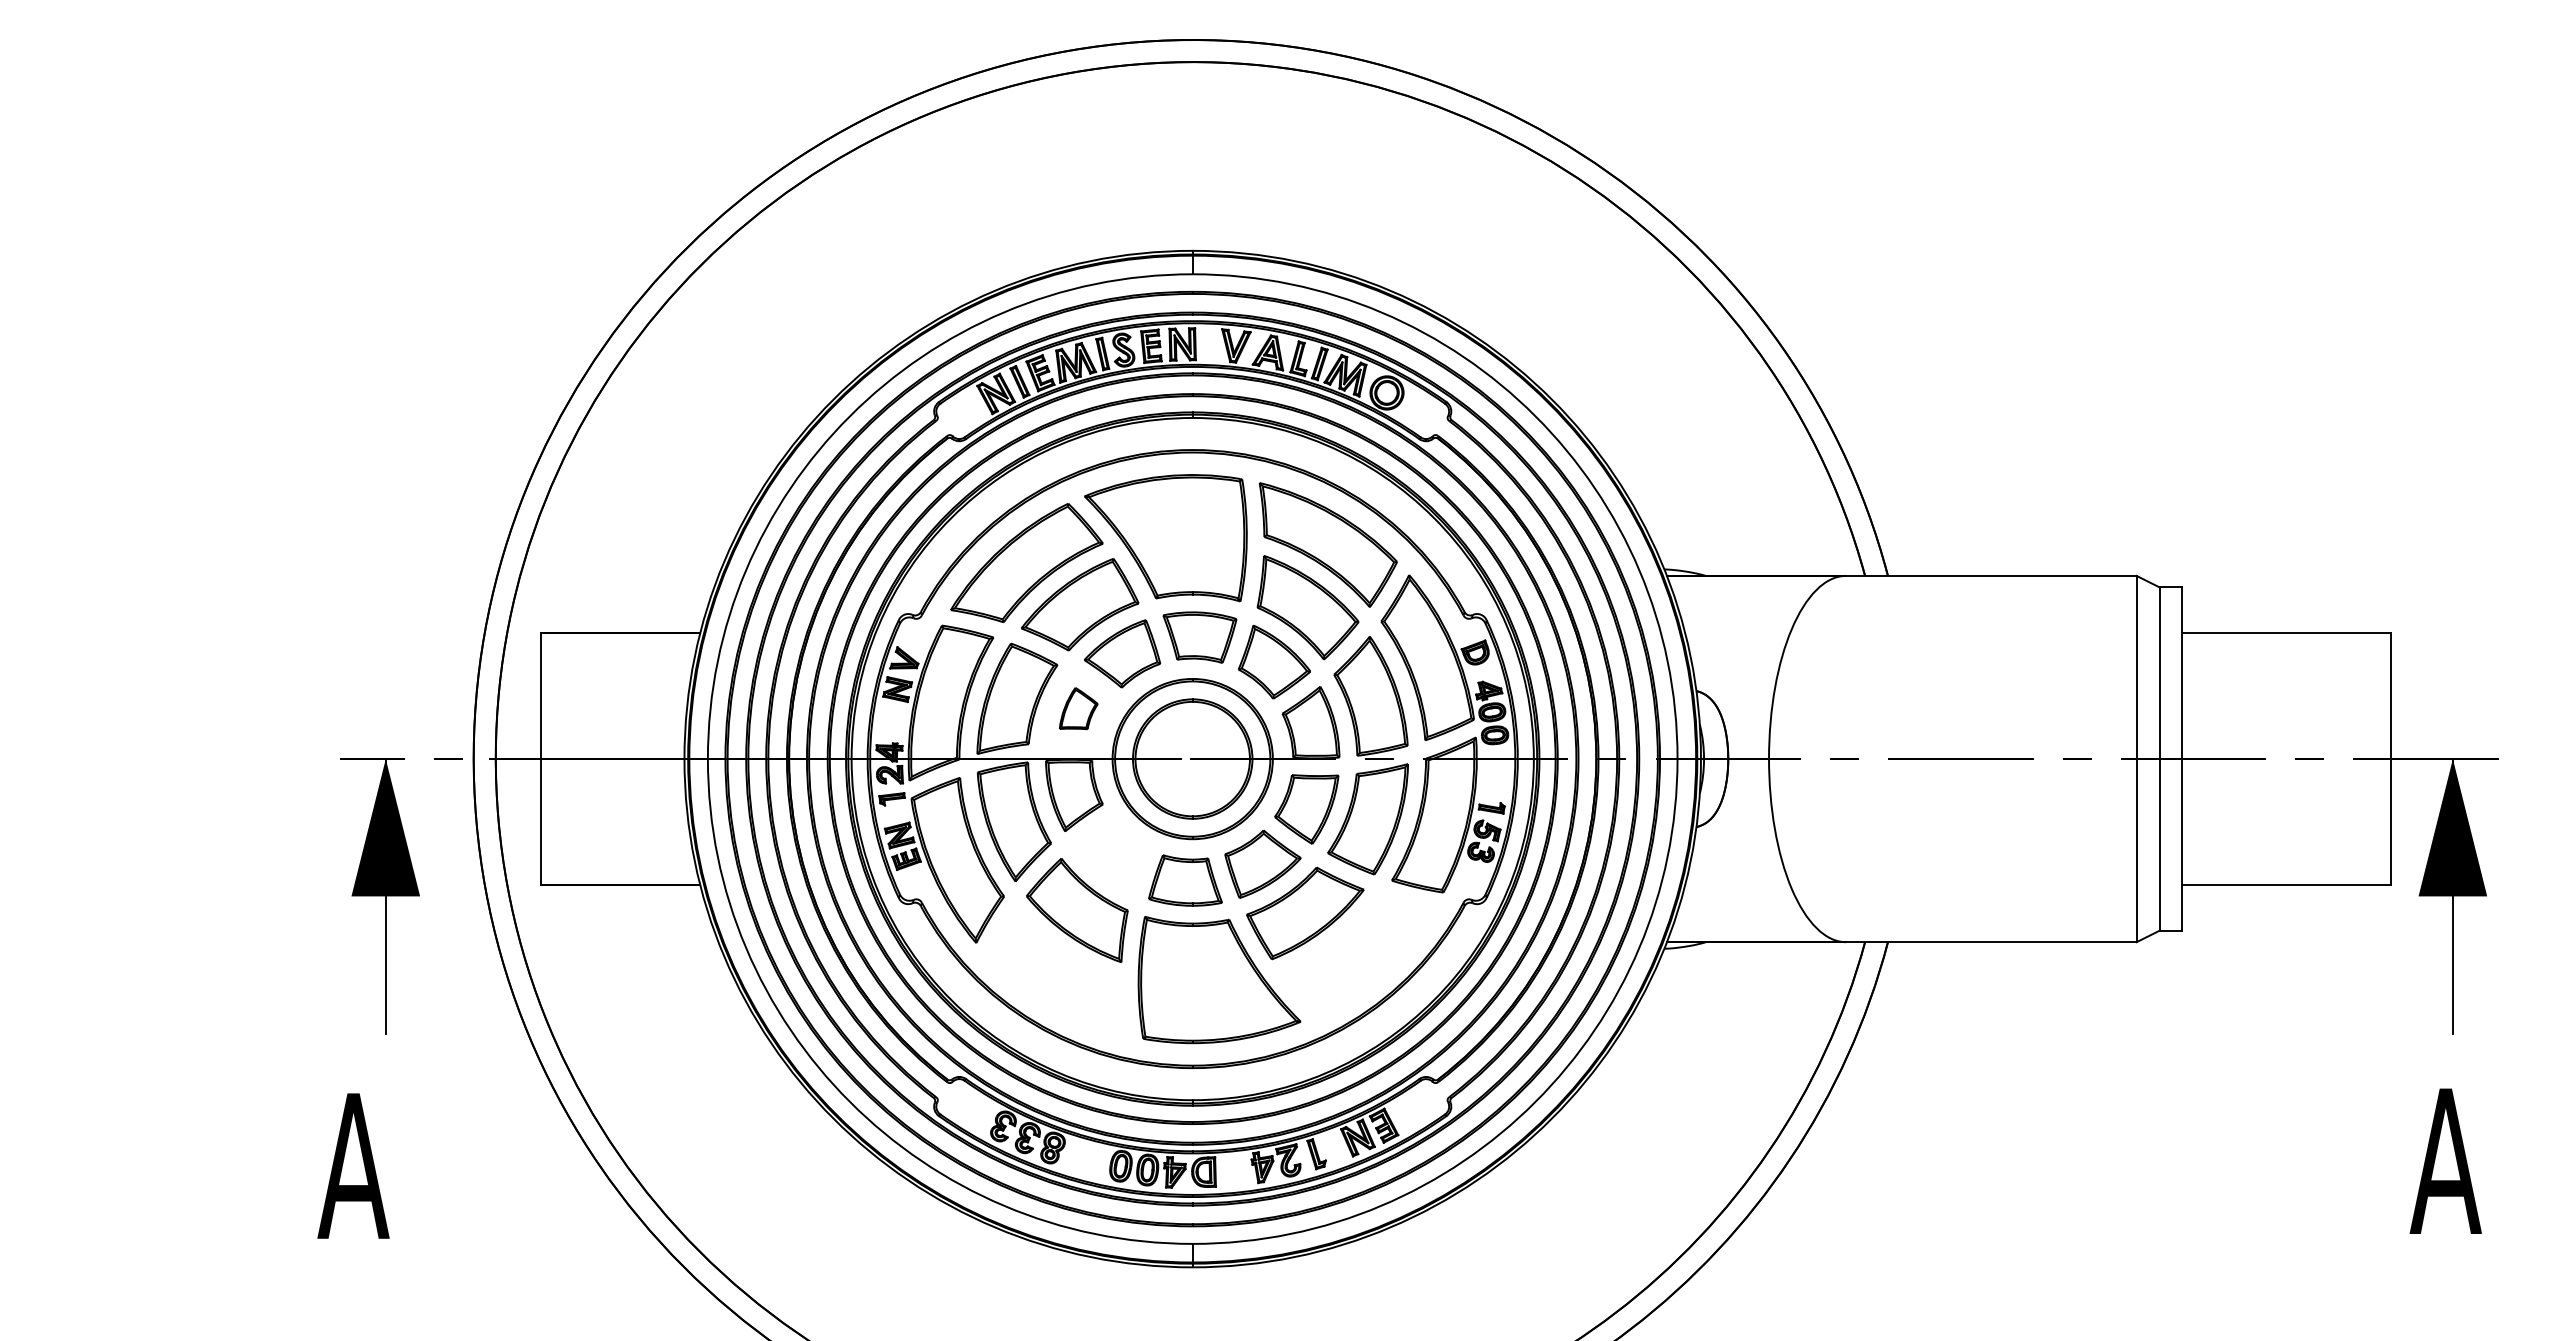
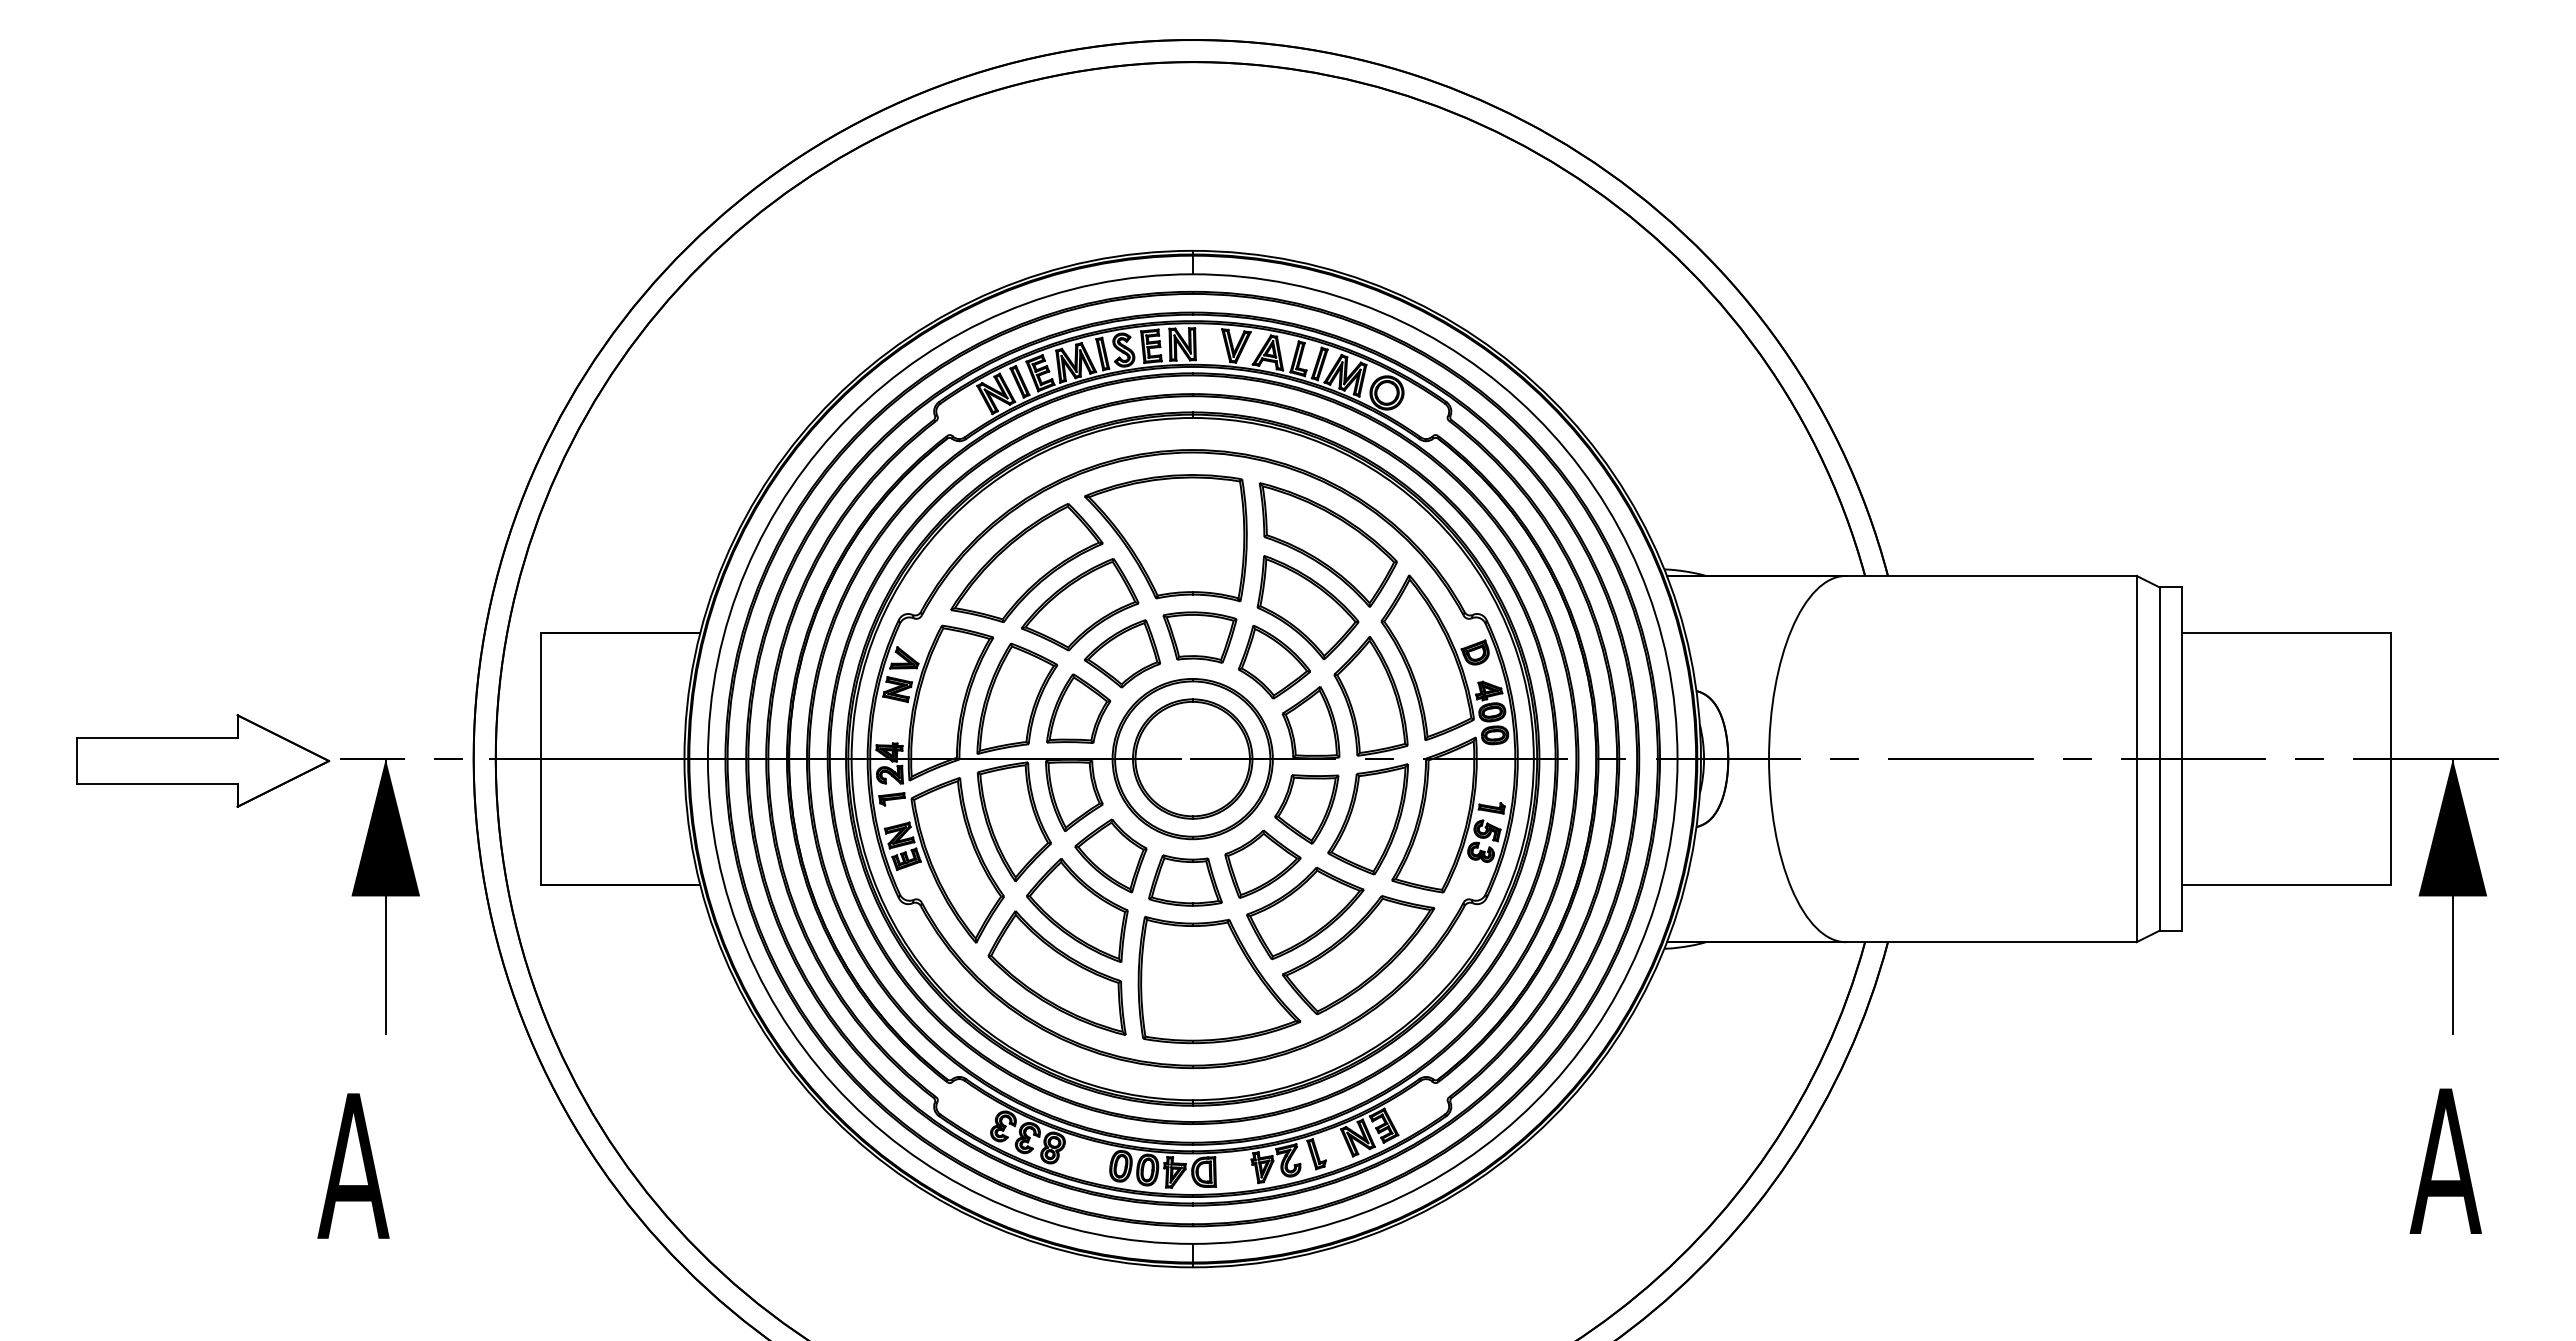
part at (1078, 708) size: 41x44 px -> 66x71 px
part at (203, 760): none -> present
part at (1110, 855): none -> present
part at (1358, 955): none -> present
part at (1056, 972): none -> present
